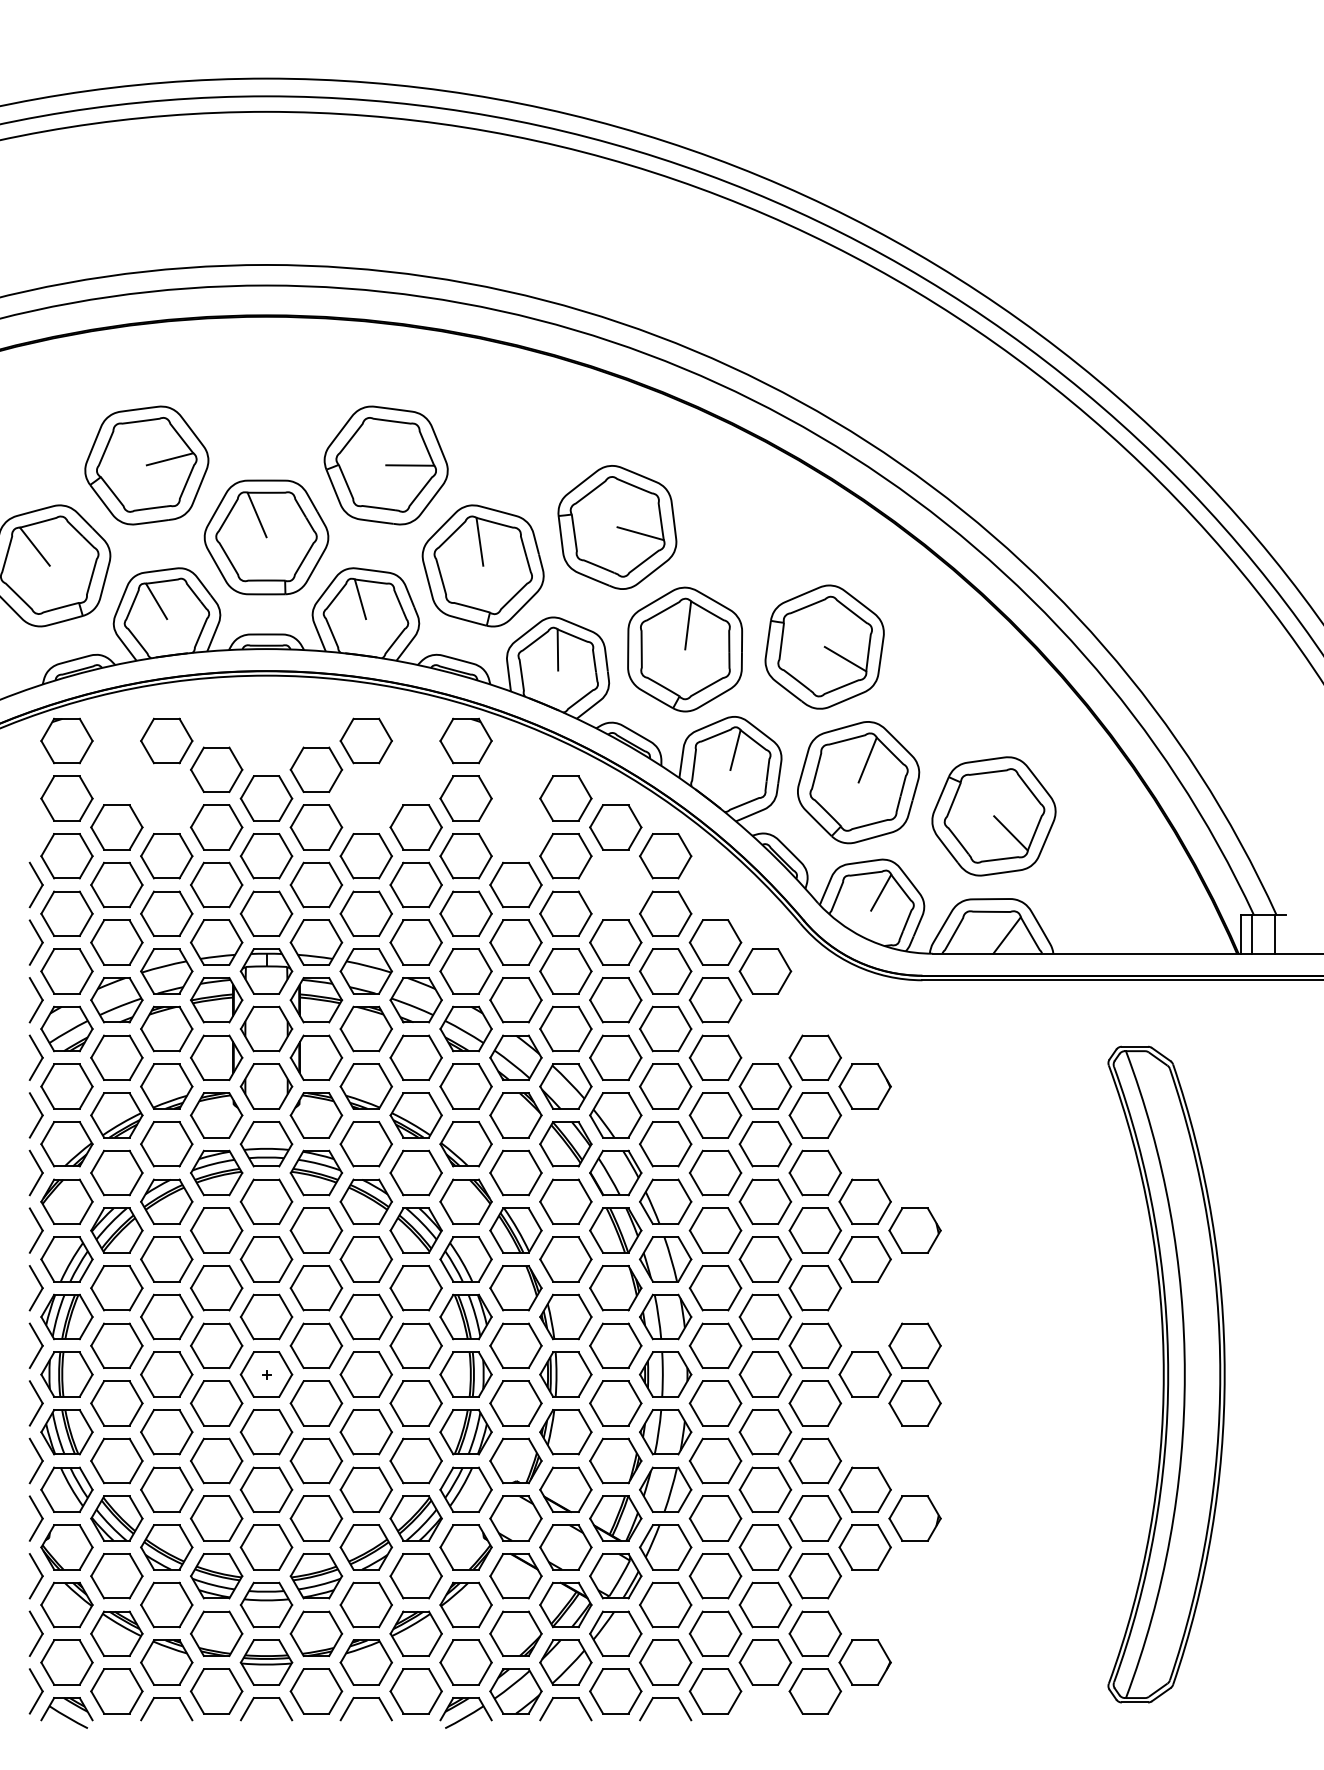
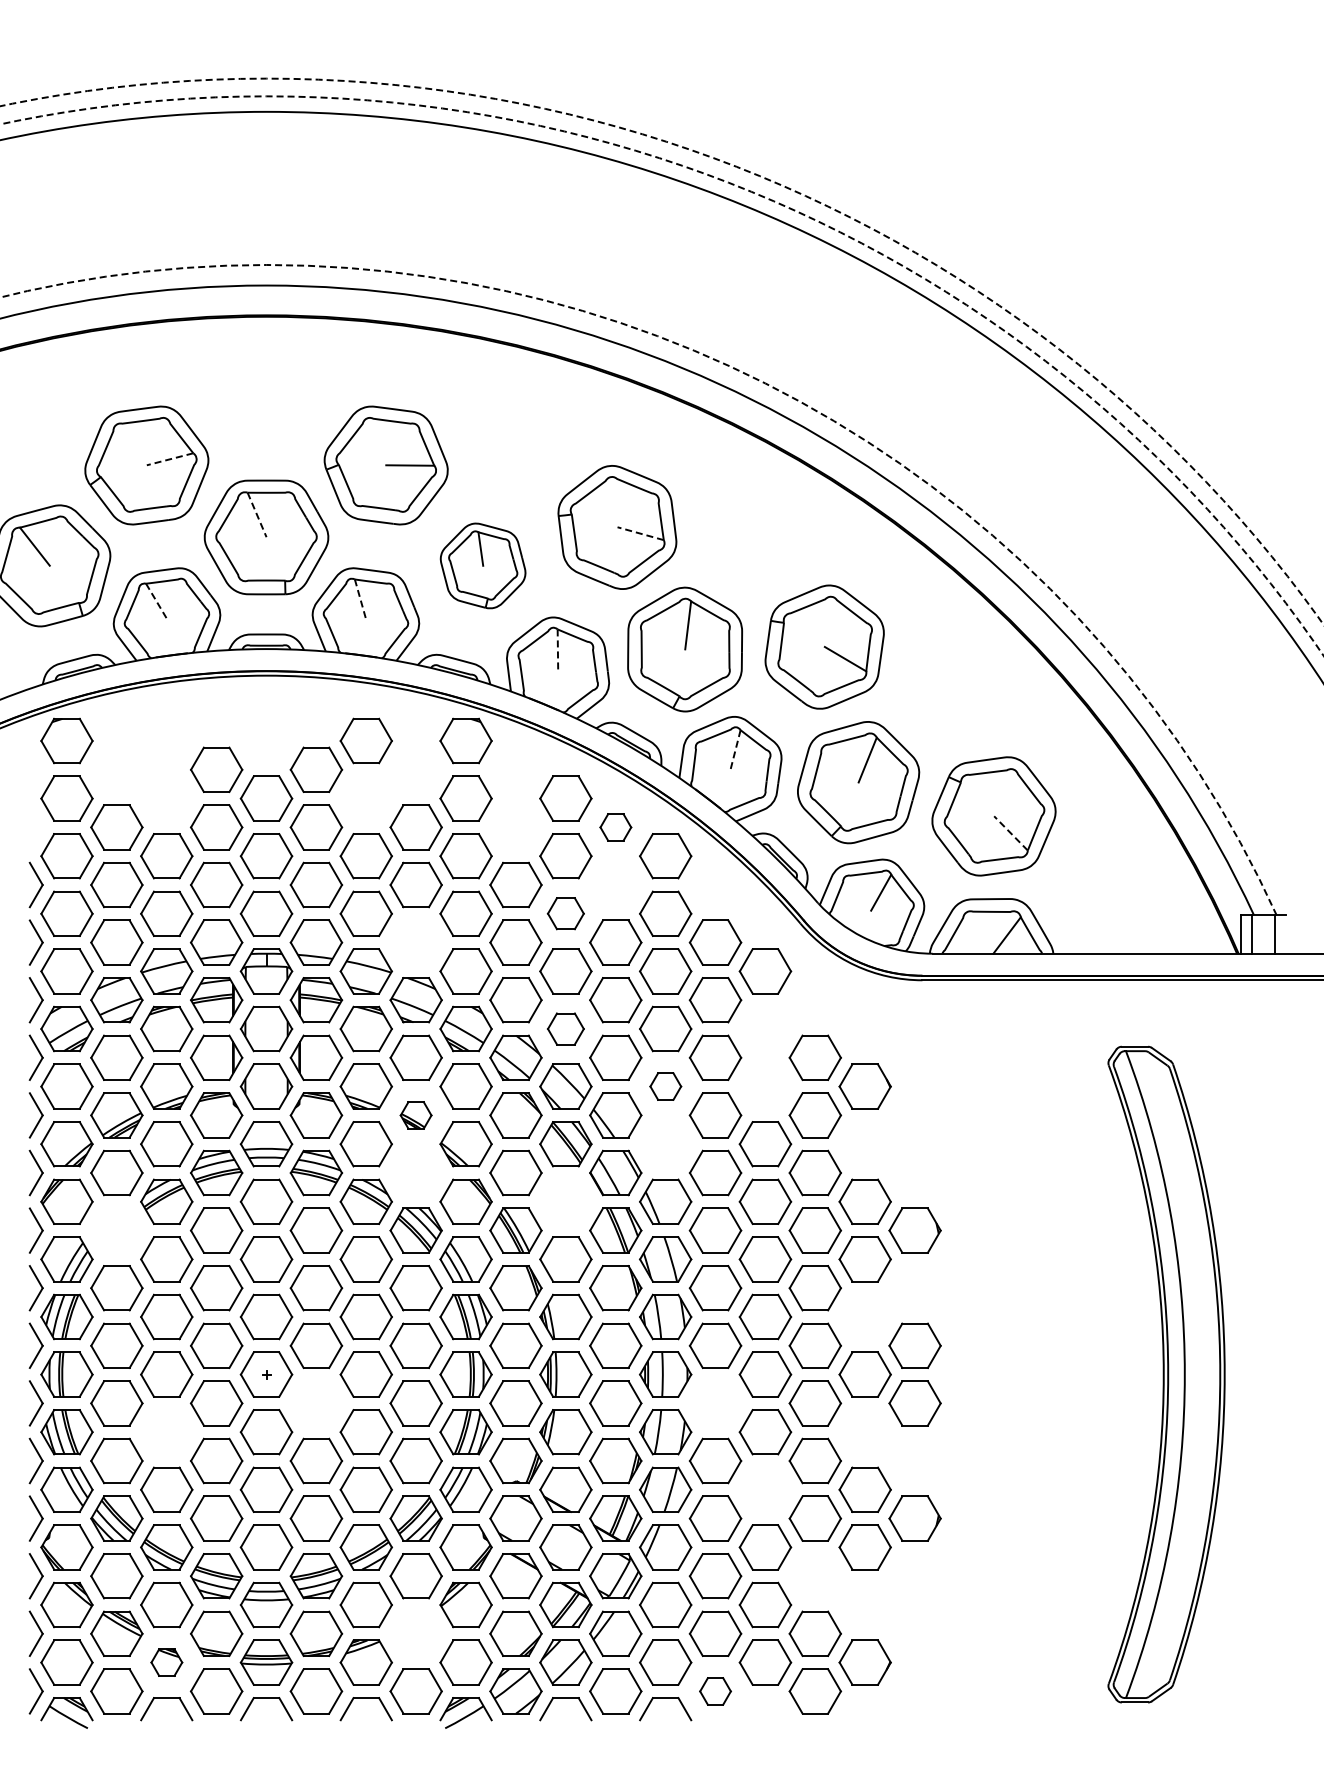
arc at (736, 166): solid -> dashed
arc at (745, 189): solid -> dashed
arc at (748, 375): solid -> dashed
line at (169, 459): solid -> dashed
line at (257, 515): solid -> dashed
line at (640, 533): solid -> dashed
part at (482, 565) size: 124x124 px -> 88x88 px
line at (360, 599): solid -> dashed
line at (156, 601): solid -> dashed
line at (557, 649): solid -> dashed
part at (166, 740): present -> none
line at (735, 750): solid -> dashed
part at (615, 827) size: 54x47 px -> 34x29 px
line at (1010, 833): solid -> dashed
part at (565, 913) size: 54x47 px -> 39x34 px
part at (415, 942): present -> none
part at (565, 1028) size: 54x48 px -> 38x34 px
part at (665, 1086) size: 54x47 px -> 34x29 px
part at (765, 1086): present -> none
part at (415, 1115) size: 54x47 px -> 34x29 px
part at (665, 1144): present -> none
part at (415, 1172): present -> none
part at (565, 1201): present -> none
part at (116, 1230): present -> none
part at (316, 1403): present -> none
part at (715, 1403): present -> none
part at (166, 1432): present -> none
part at (765, 1489): present -> none
part at (814, 1576): present -> none
part at (415, 1633): present -> none
part at (166, 1662) size: 54x47 px -> 34x29 px
part at (715, 1691) size: 55x47 px -> 33x29 px
